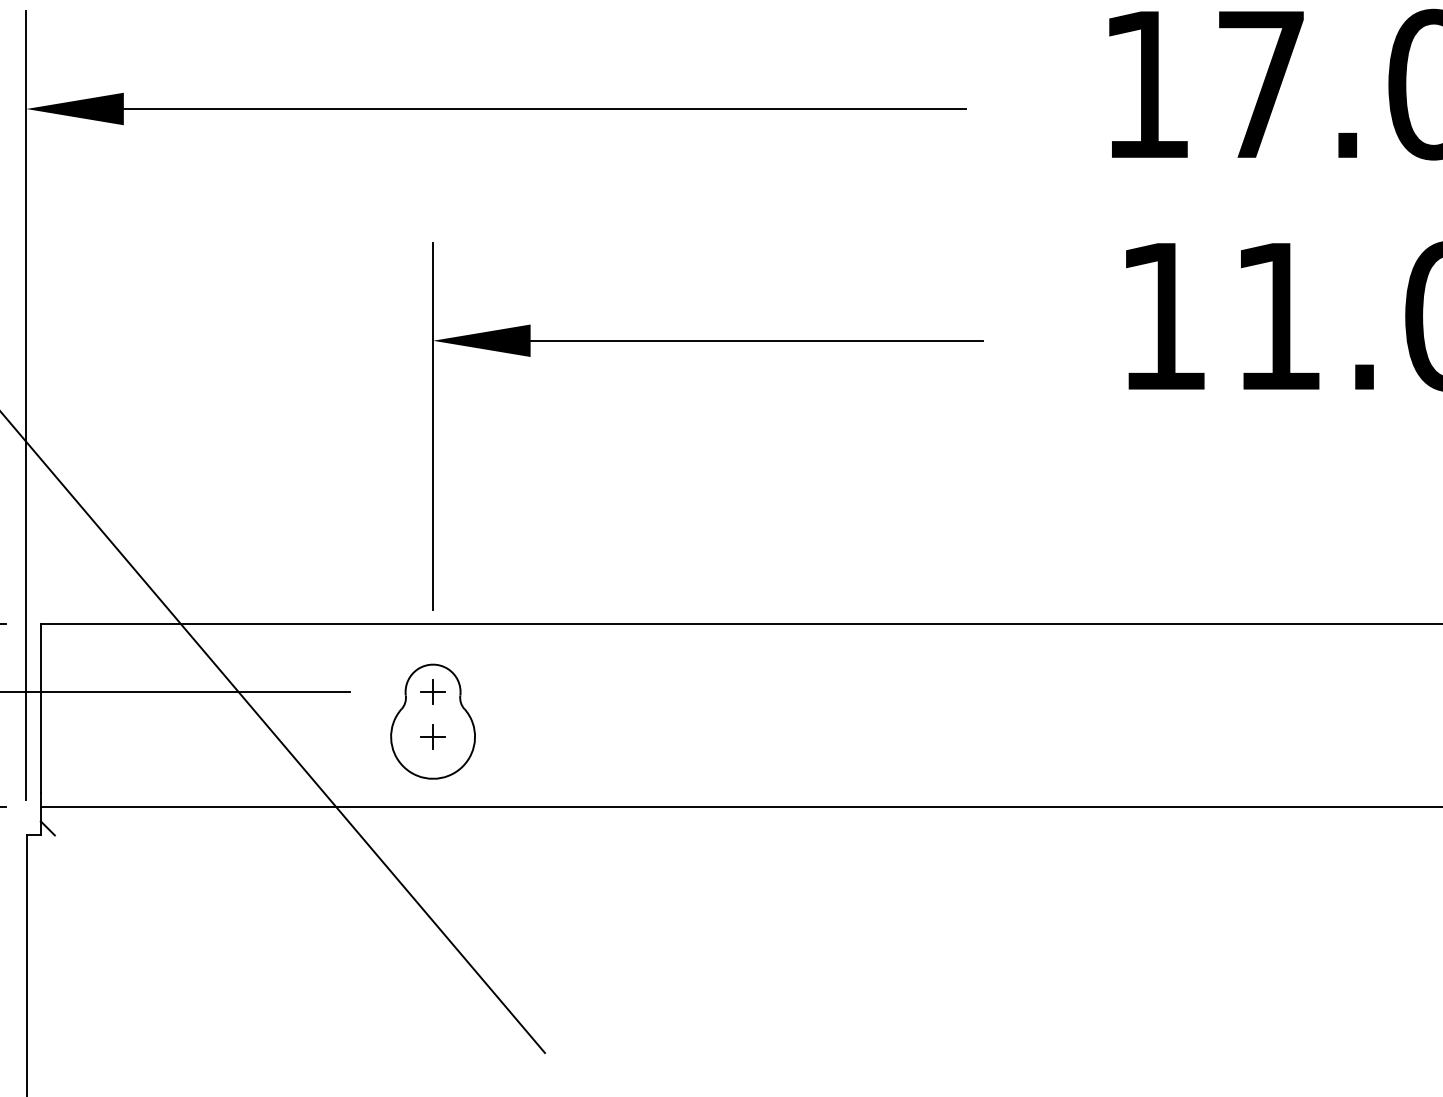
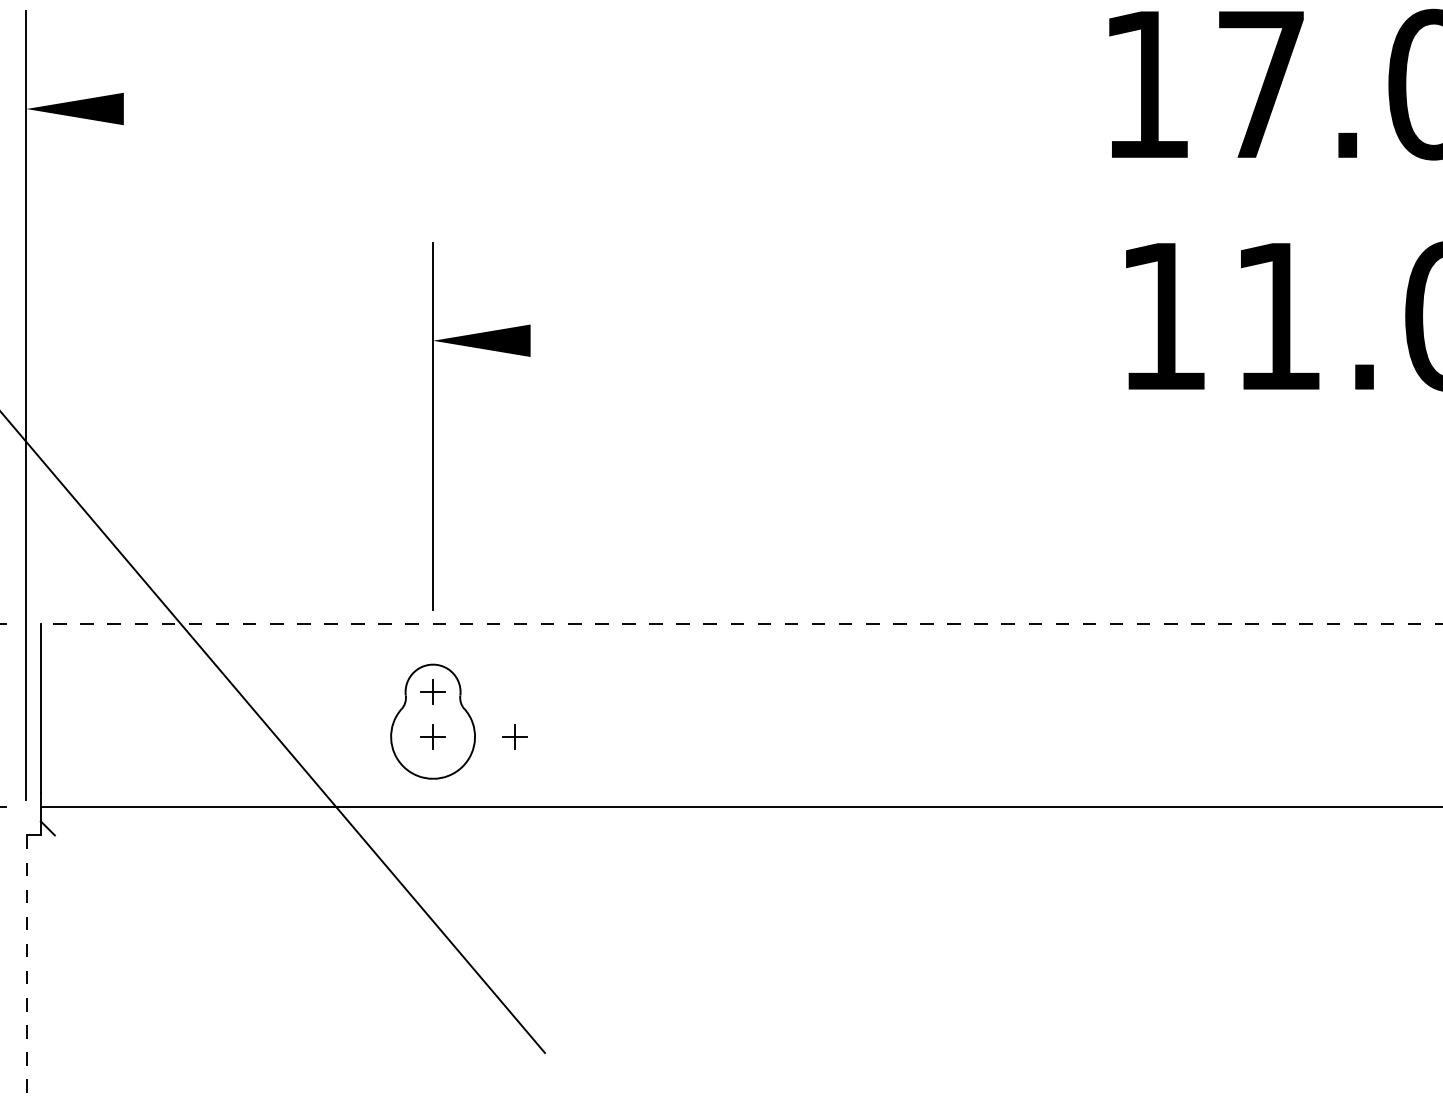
line at (544, 109): present -> none
line at (756, 340): present -> none
line at (741, 624): solid -> dashed
line at (176, 692): present -> none
part at (514, 736): none -> present
line at (26, 966): solid -> dashed
